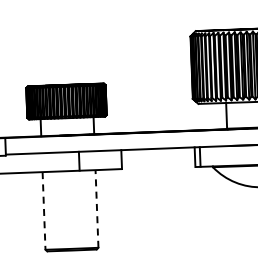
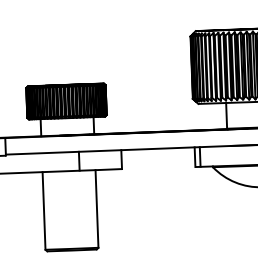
line at (97, 208): dashed -> solid
line at (44, 210): dashed -> solid
